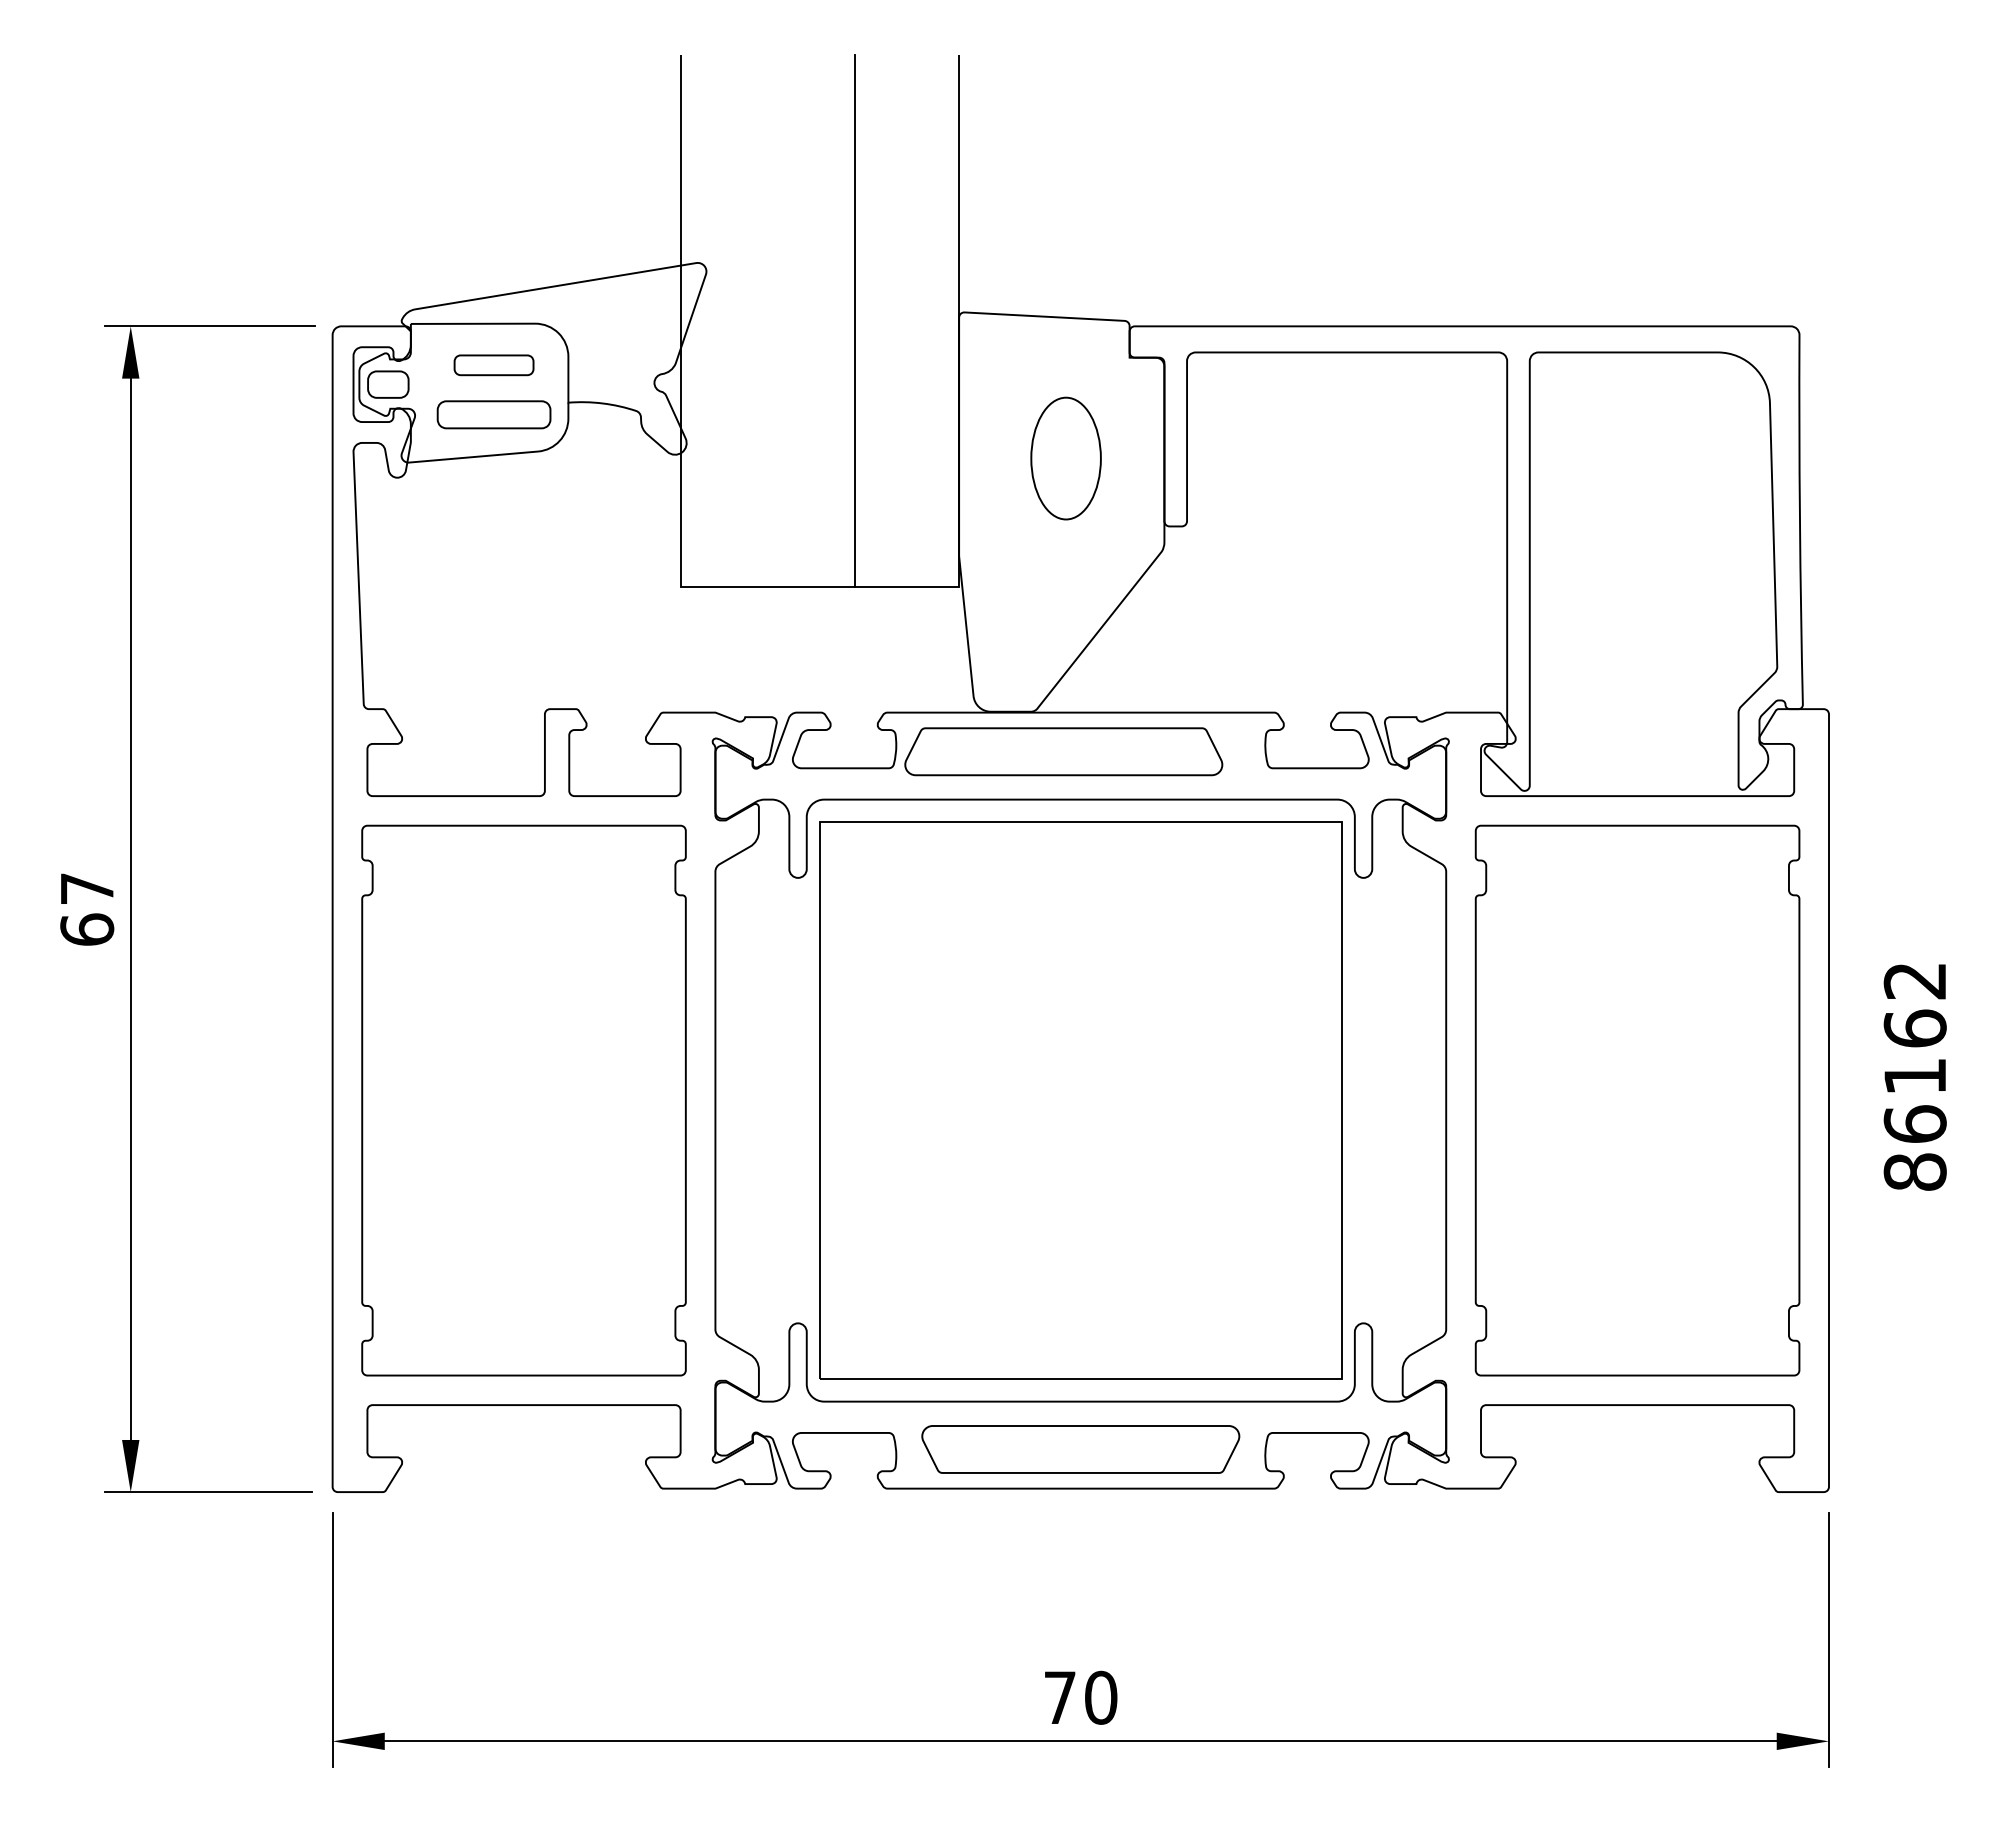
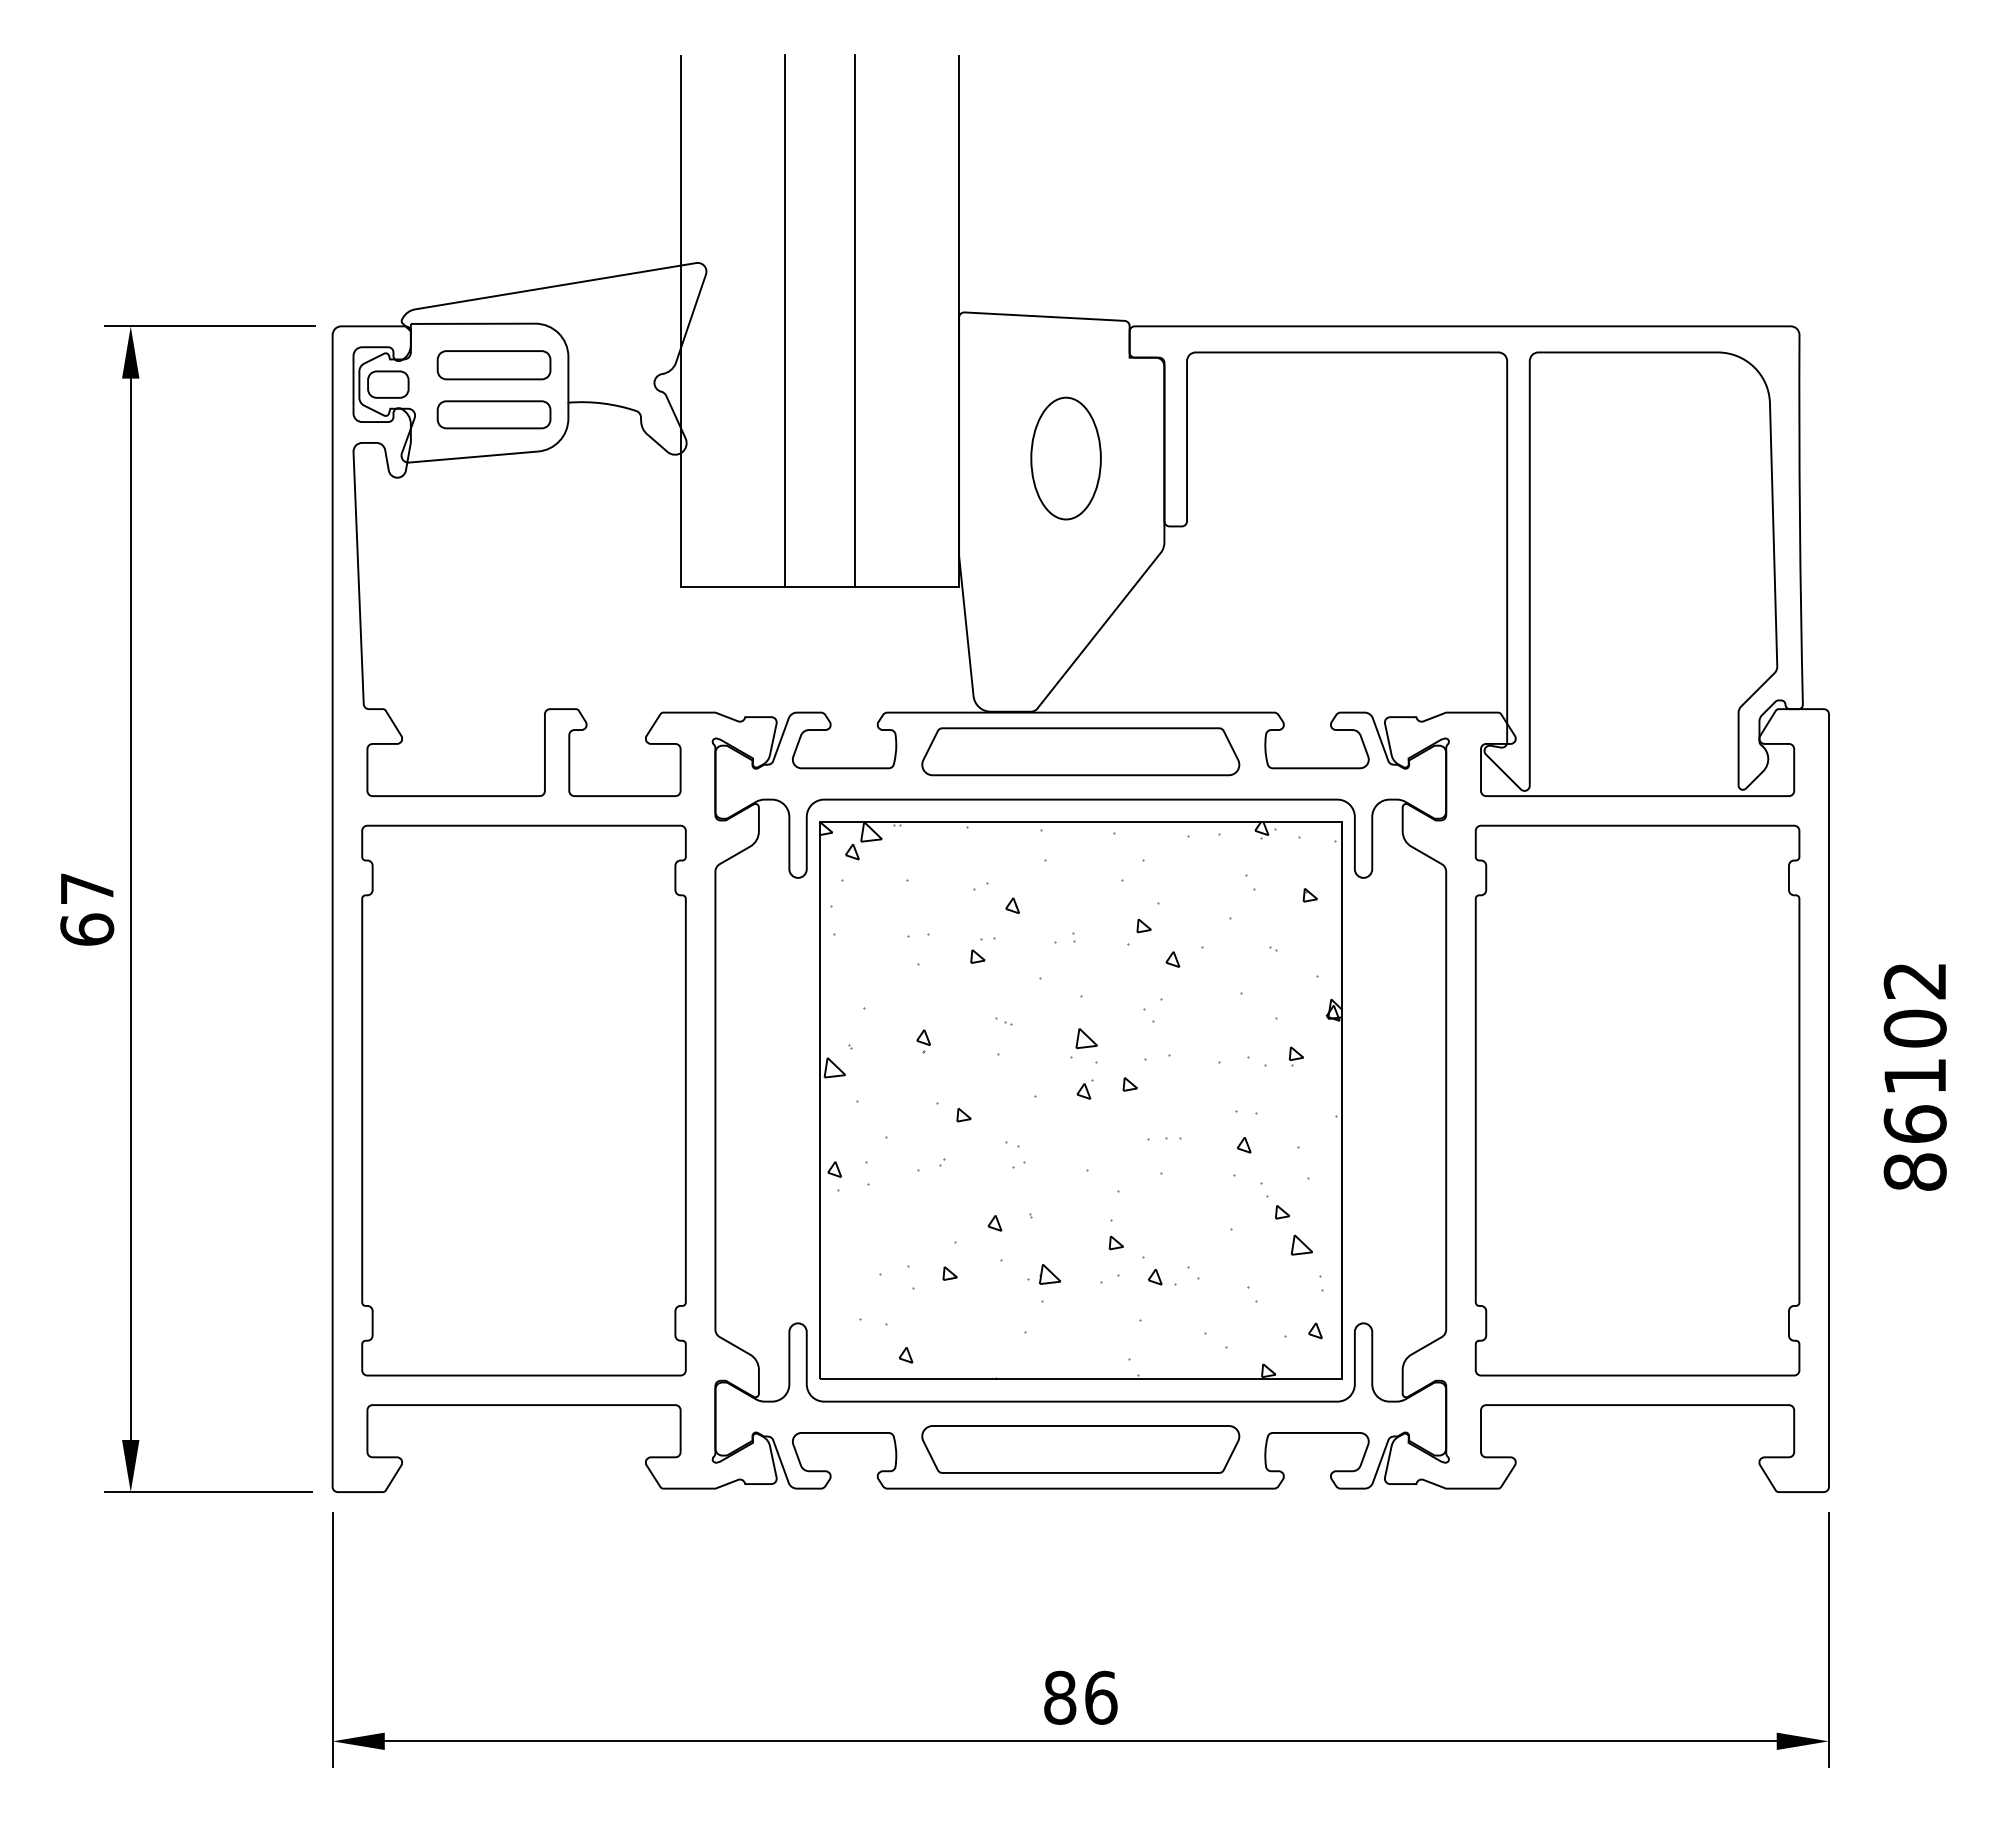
line at (785, 320): none -> present
part at (493, 365) size: 82x23 px -> 116x31 px
curve at (1063, 729) position: (1063, 729) -> (1080, 729)
text at (1914, 1028): 86162 -> 86102
hatch at (1080, 1100): none -> present
text at (1080, 1697): 70 -> 86
